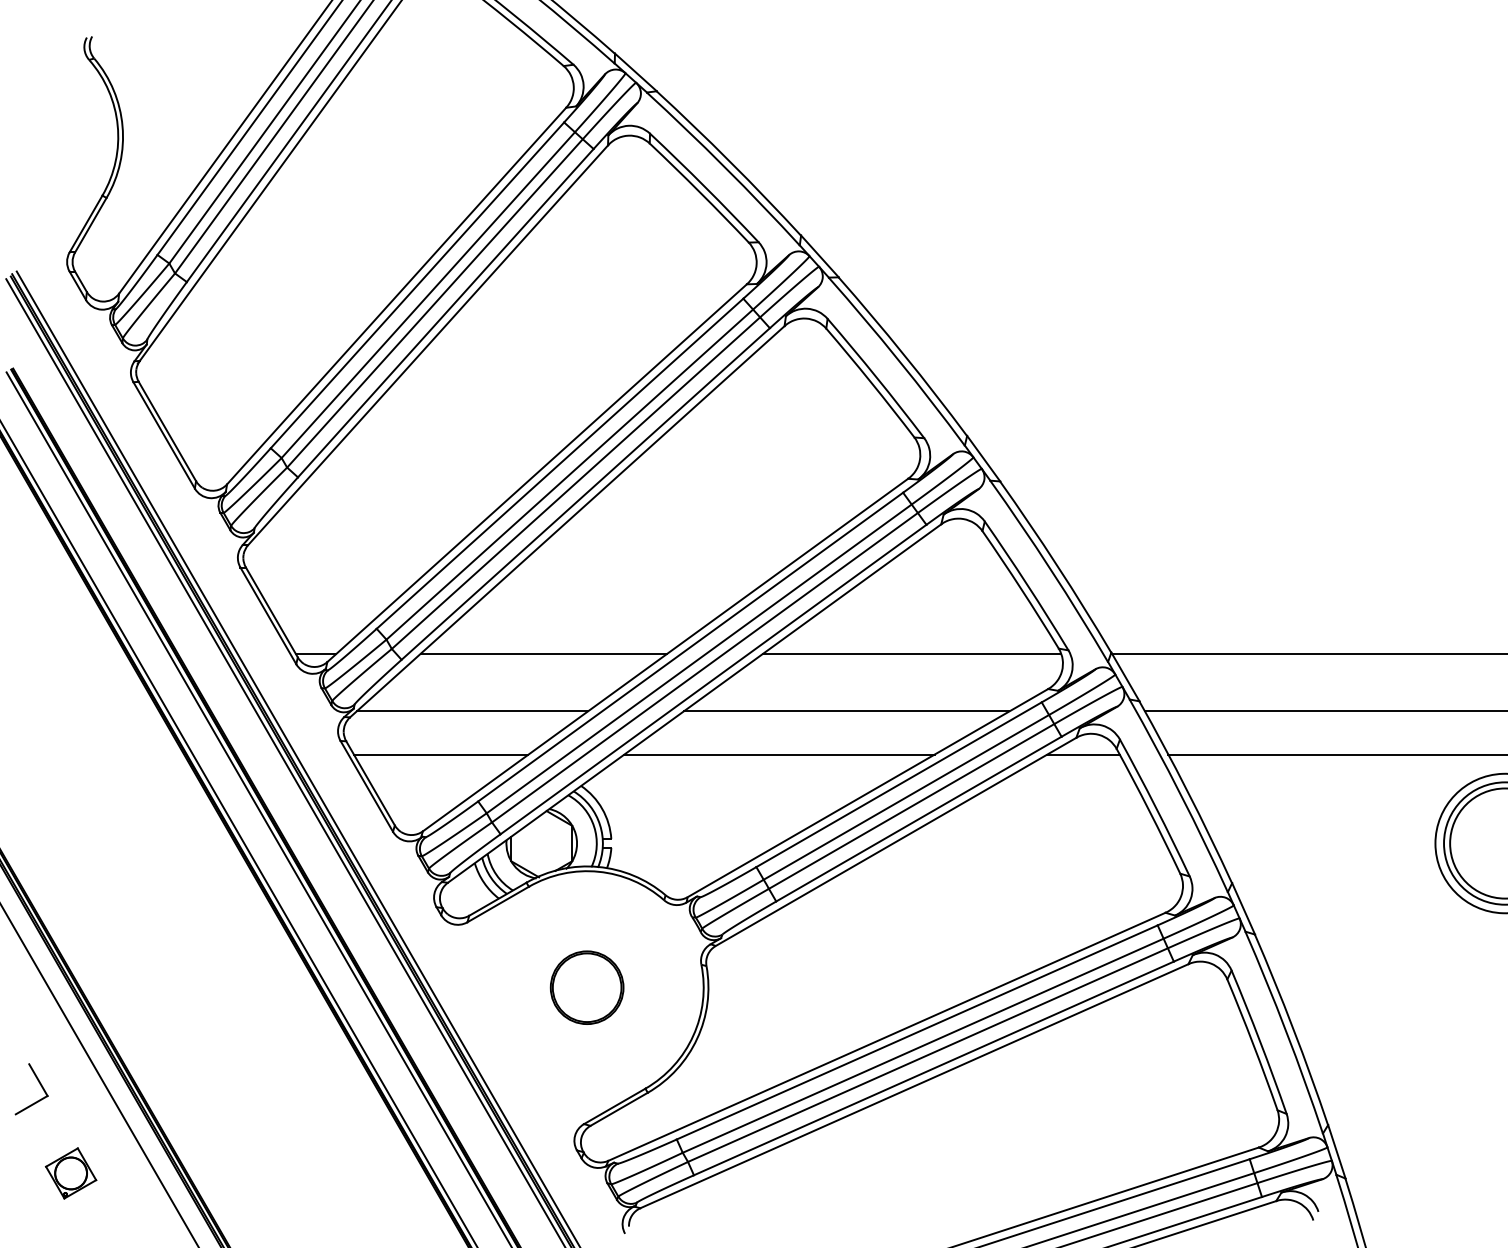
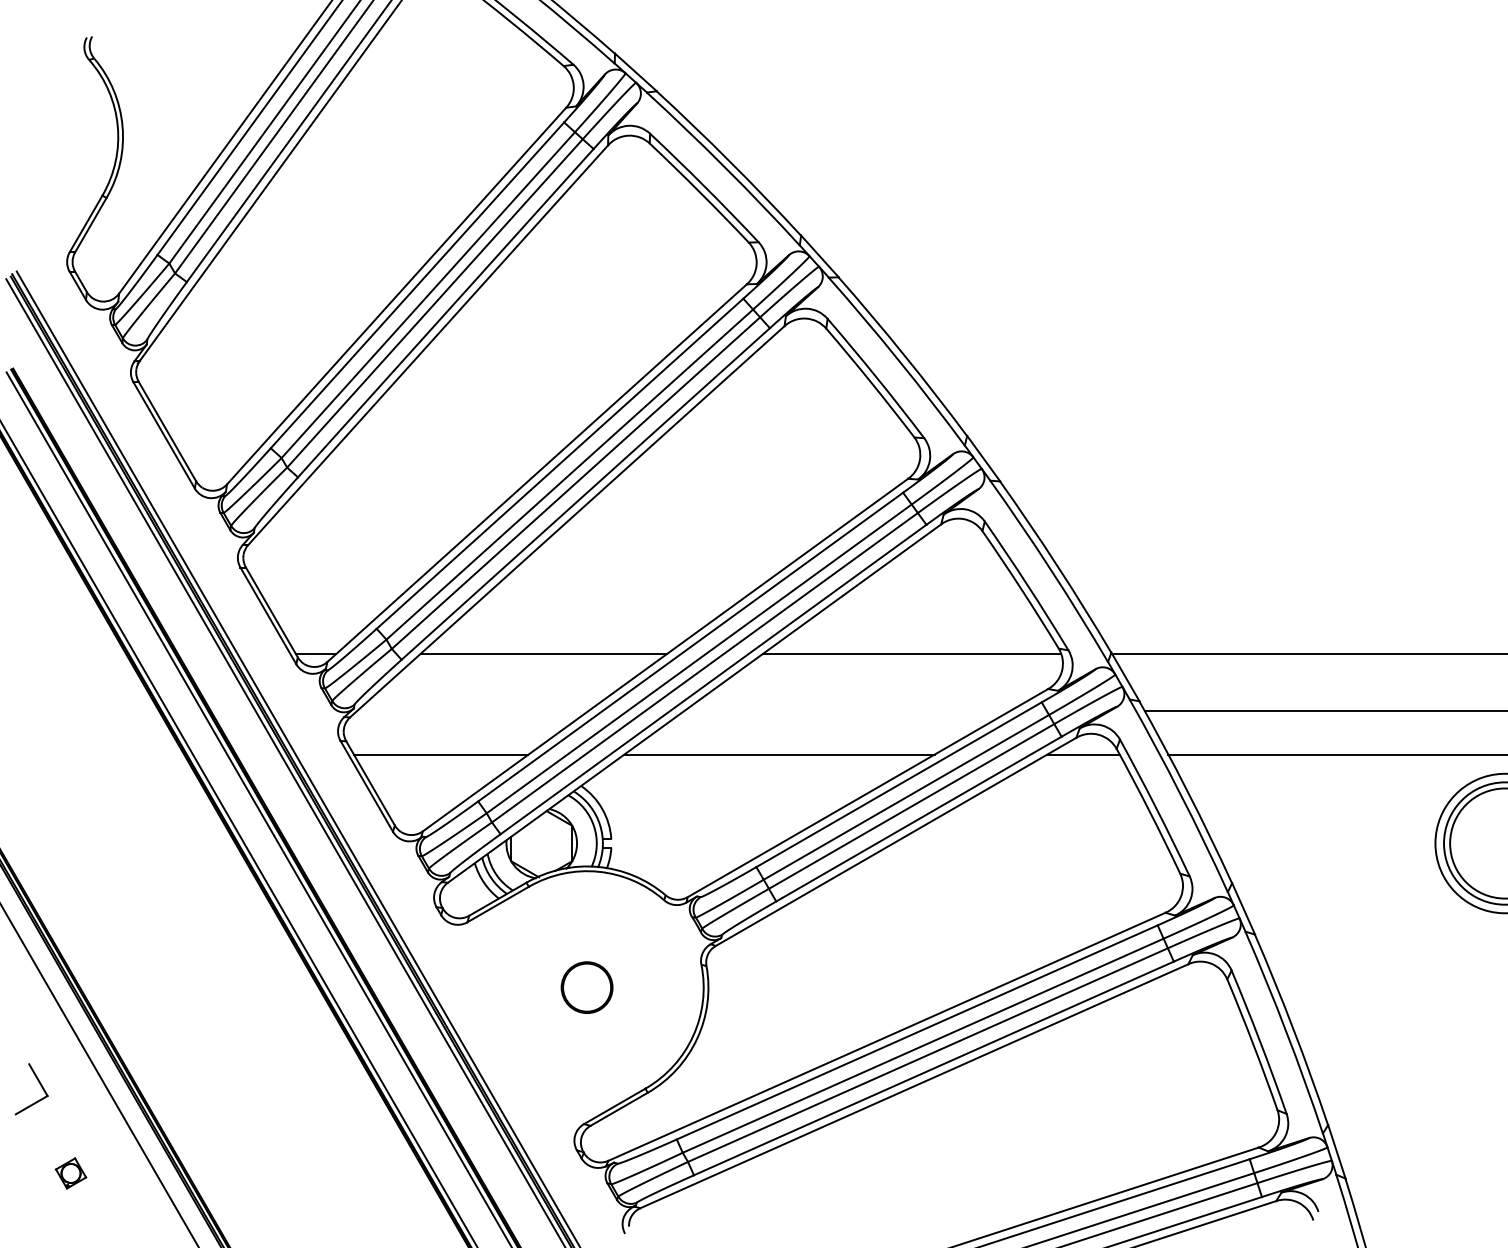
line at (471, 711): present -> none
line at (846, 711): present -> none
part at (586, 987) size: 76x75 px -> 54x53 px
part at (70, 1173) size: 54x53 px -> 34x33 px
